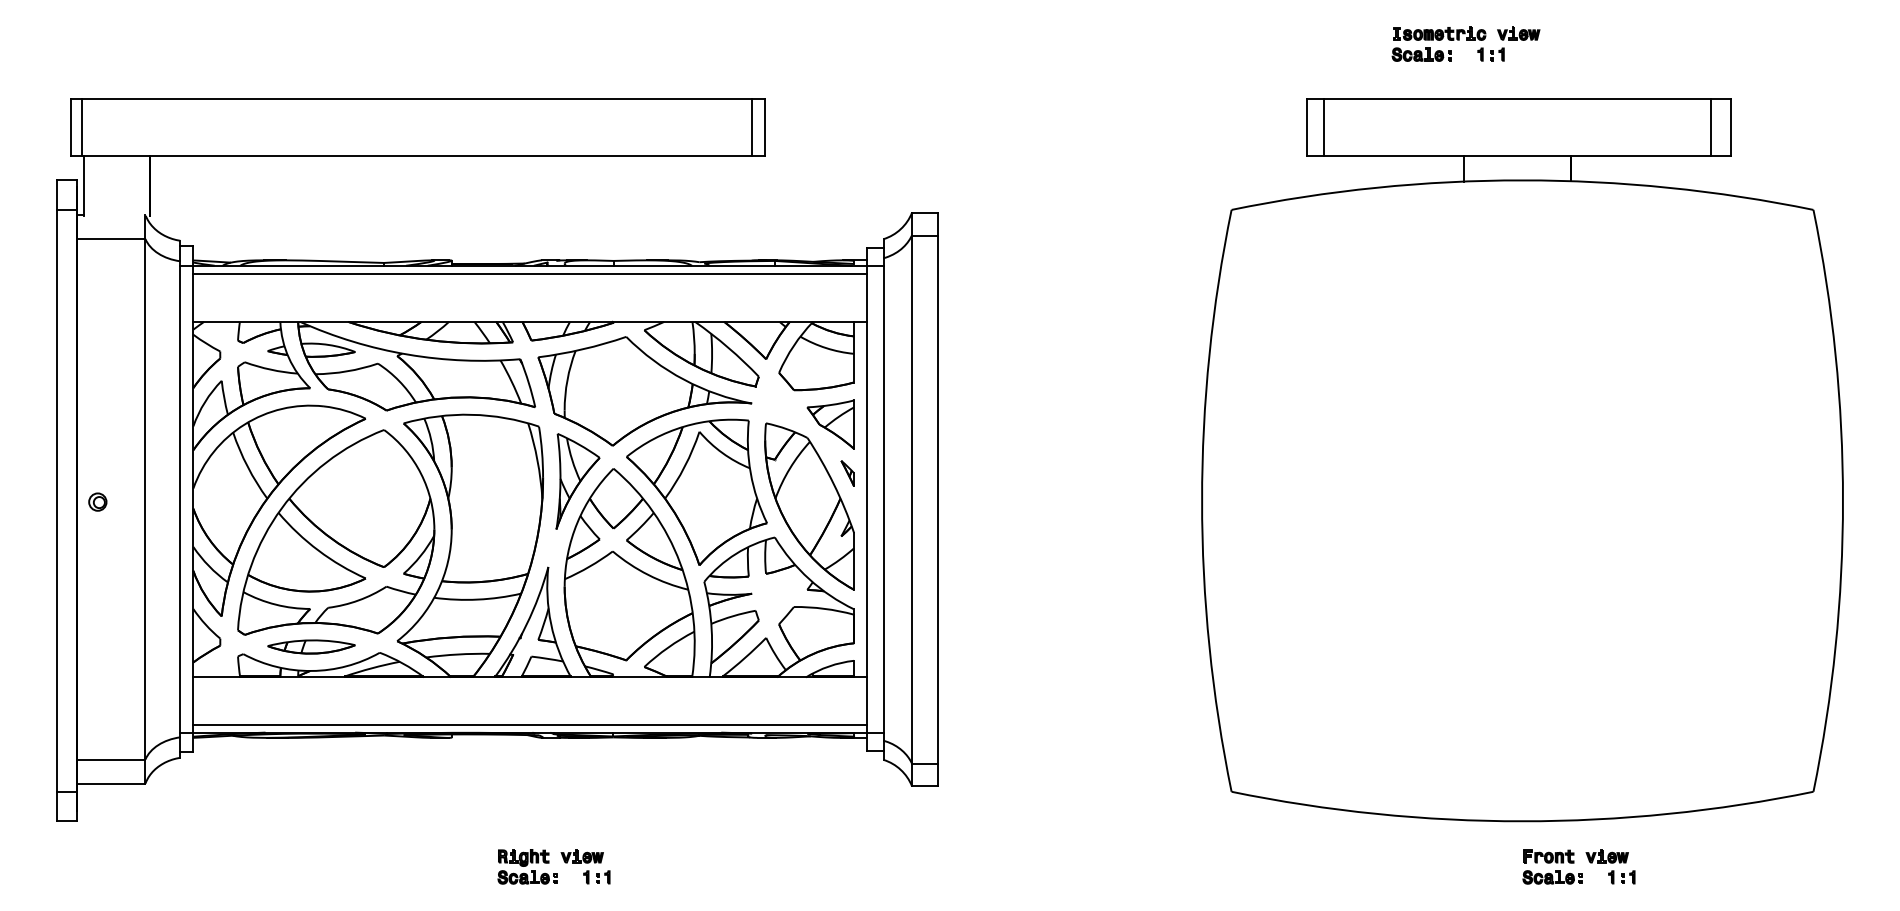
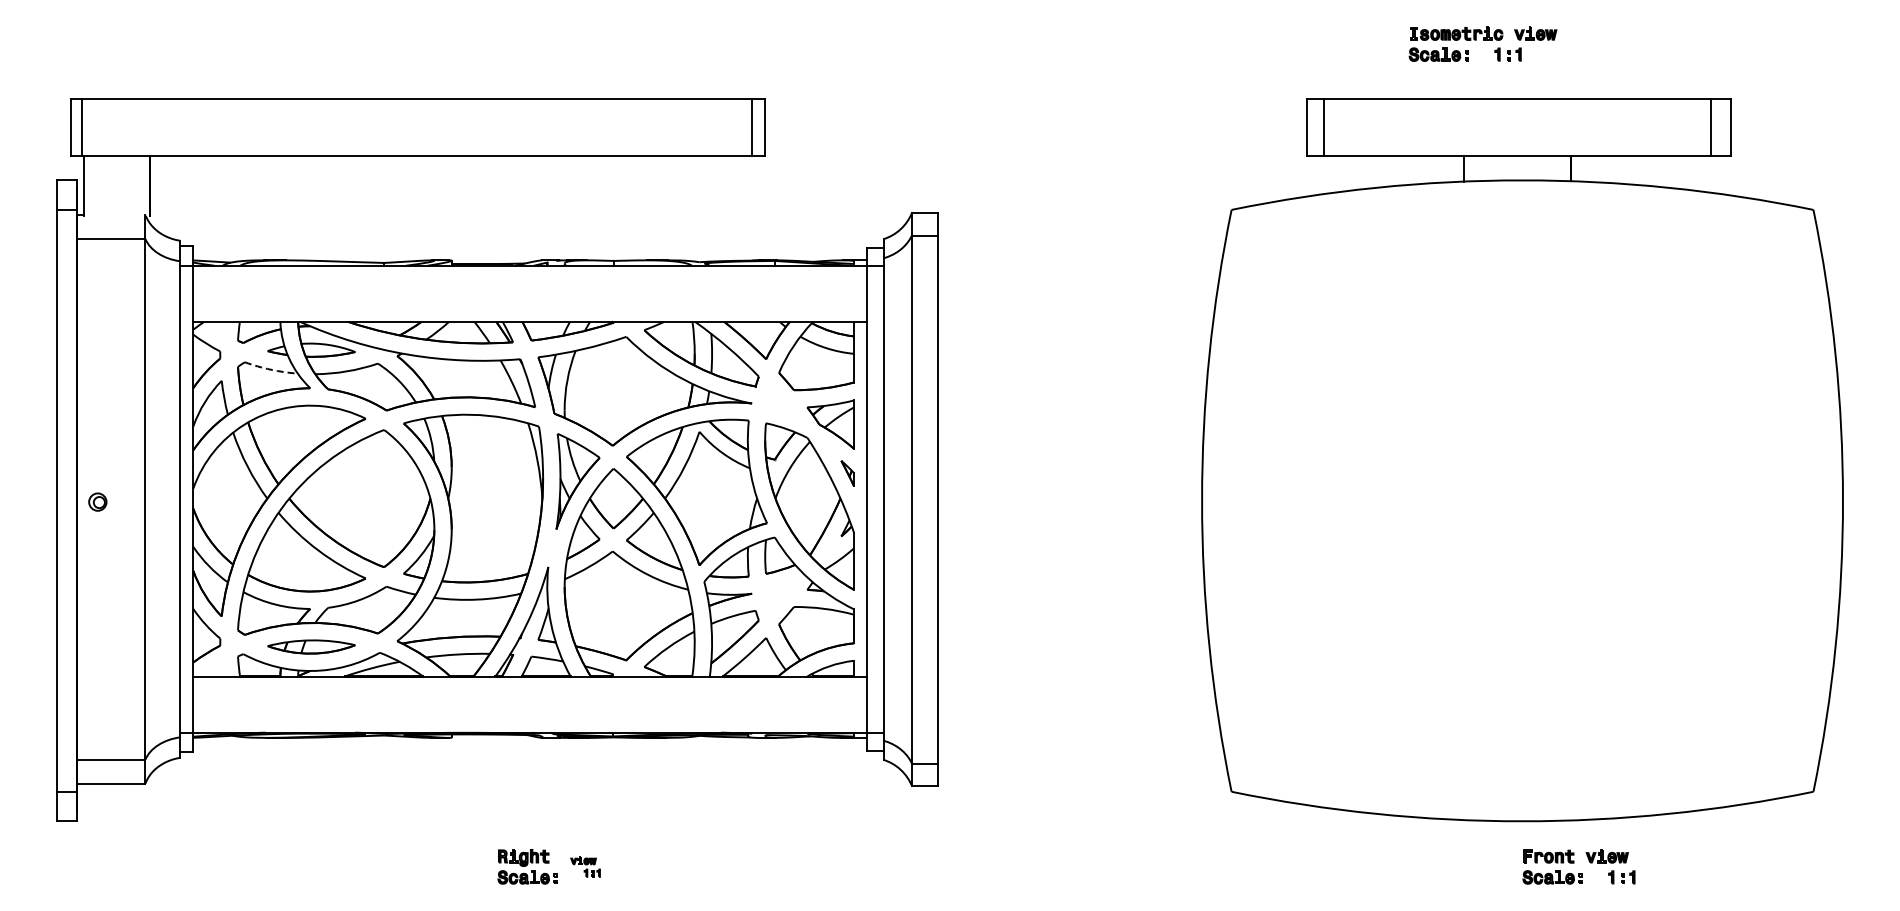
part at (1465, 43) position: (1465, 43) -> (1482, 43)
line at (529, 274): present -> none
arc at (270, 369): solid -> dashed
line at (529, 725): present -> none
part at (585, 866) size: 51x36 px -> 31x22 px
